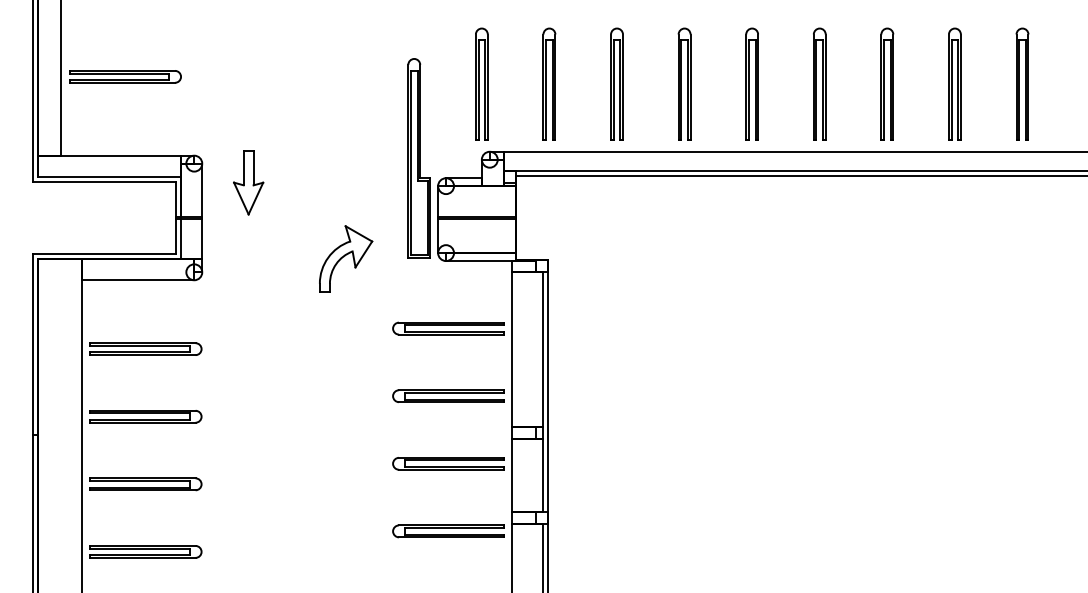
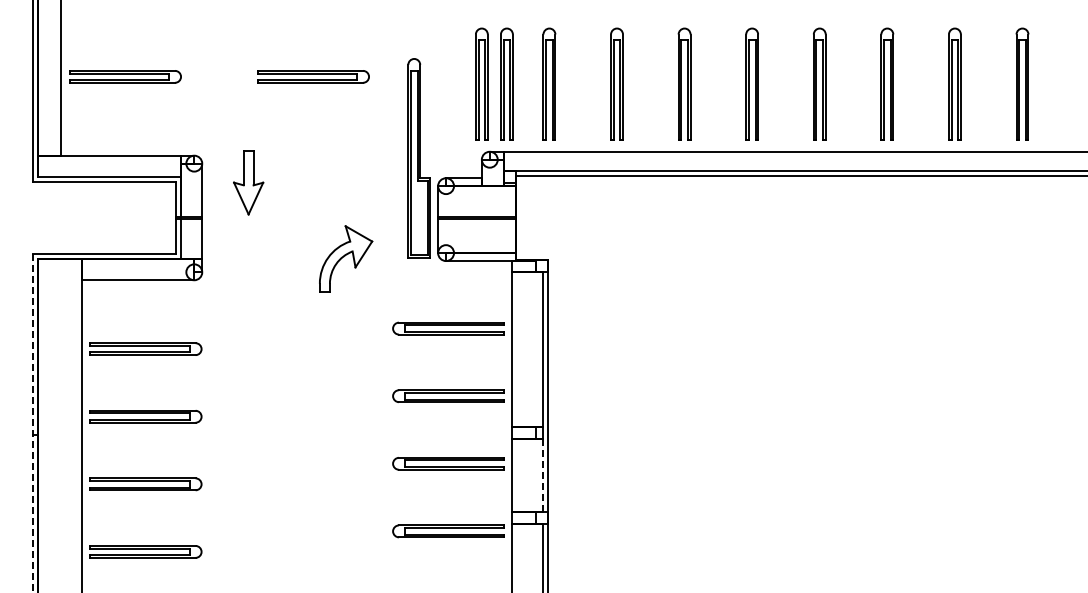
part at (313, 76): none -> present
part at (506, 83): none -> present
line at (32, 423): solid -> dashed
line at (542, 475): solid -> dashed
